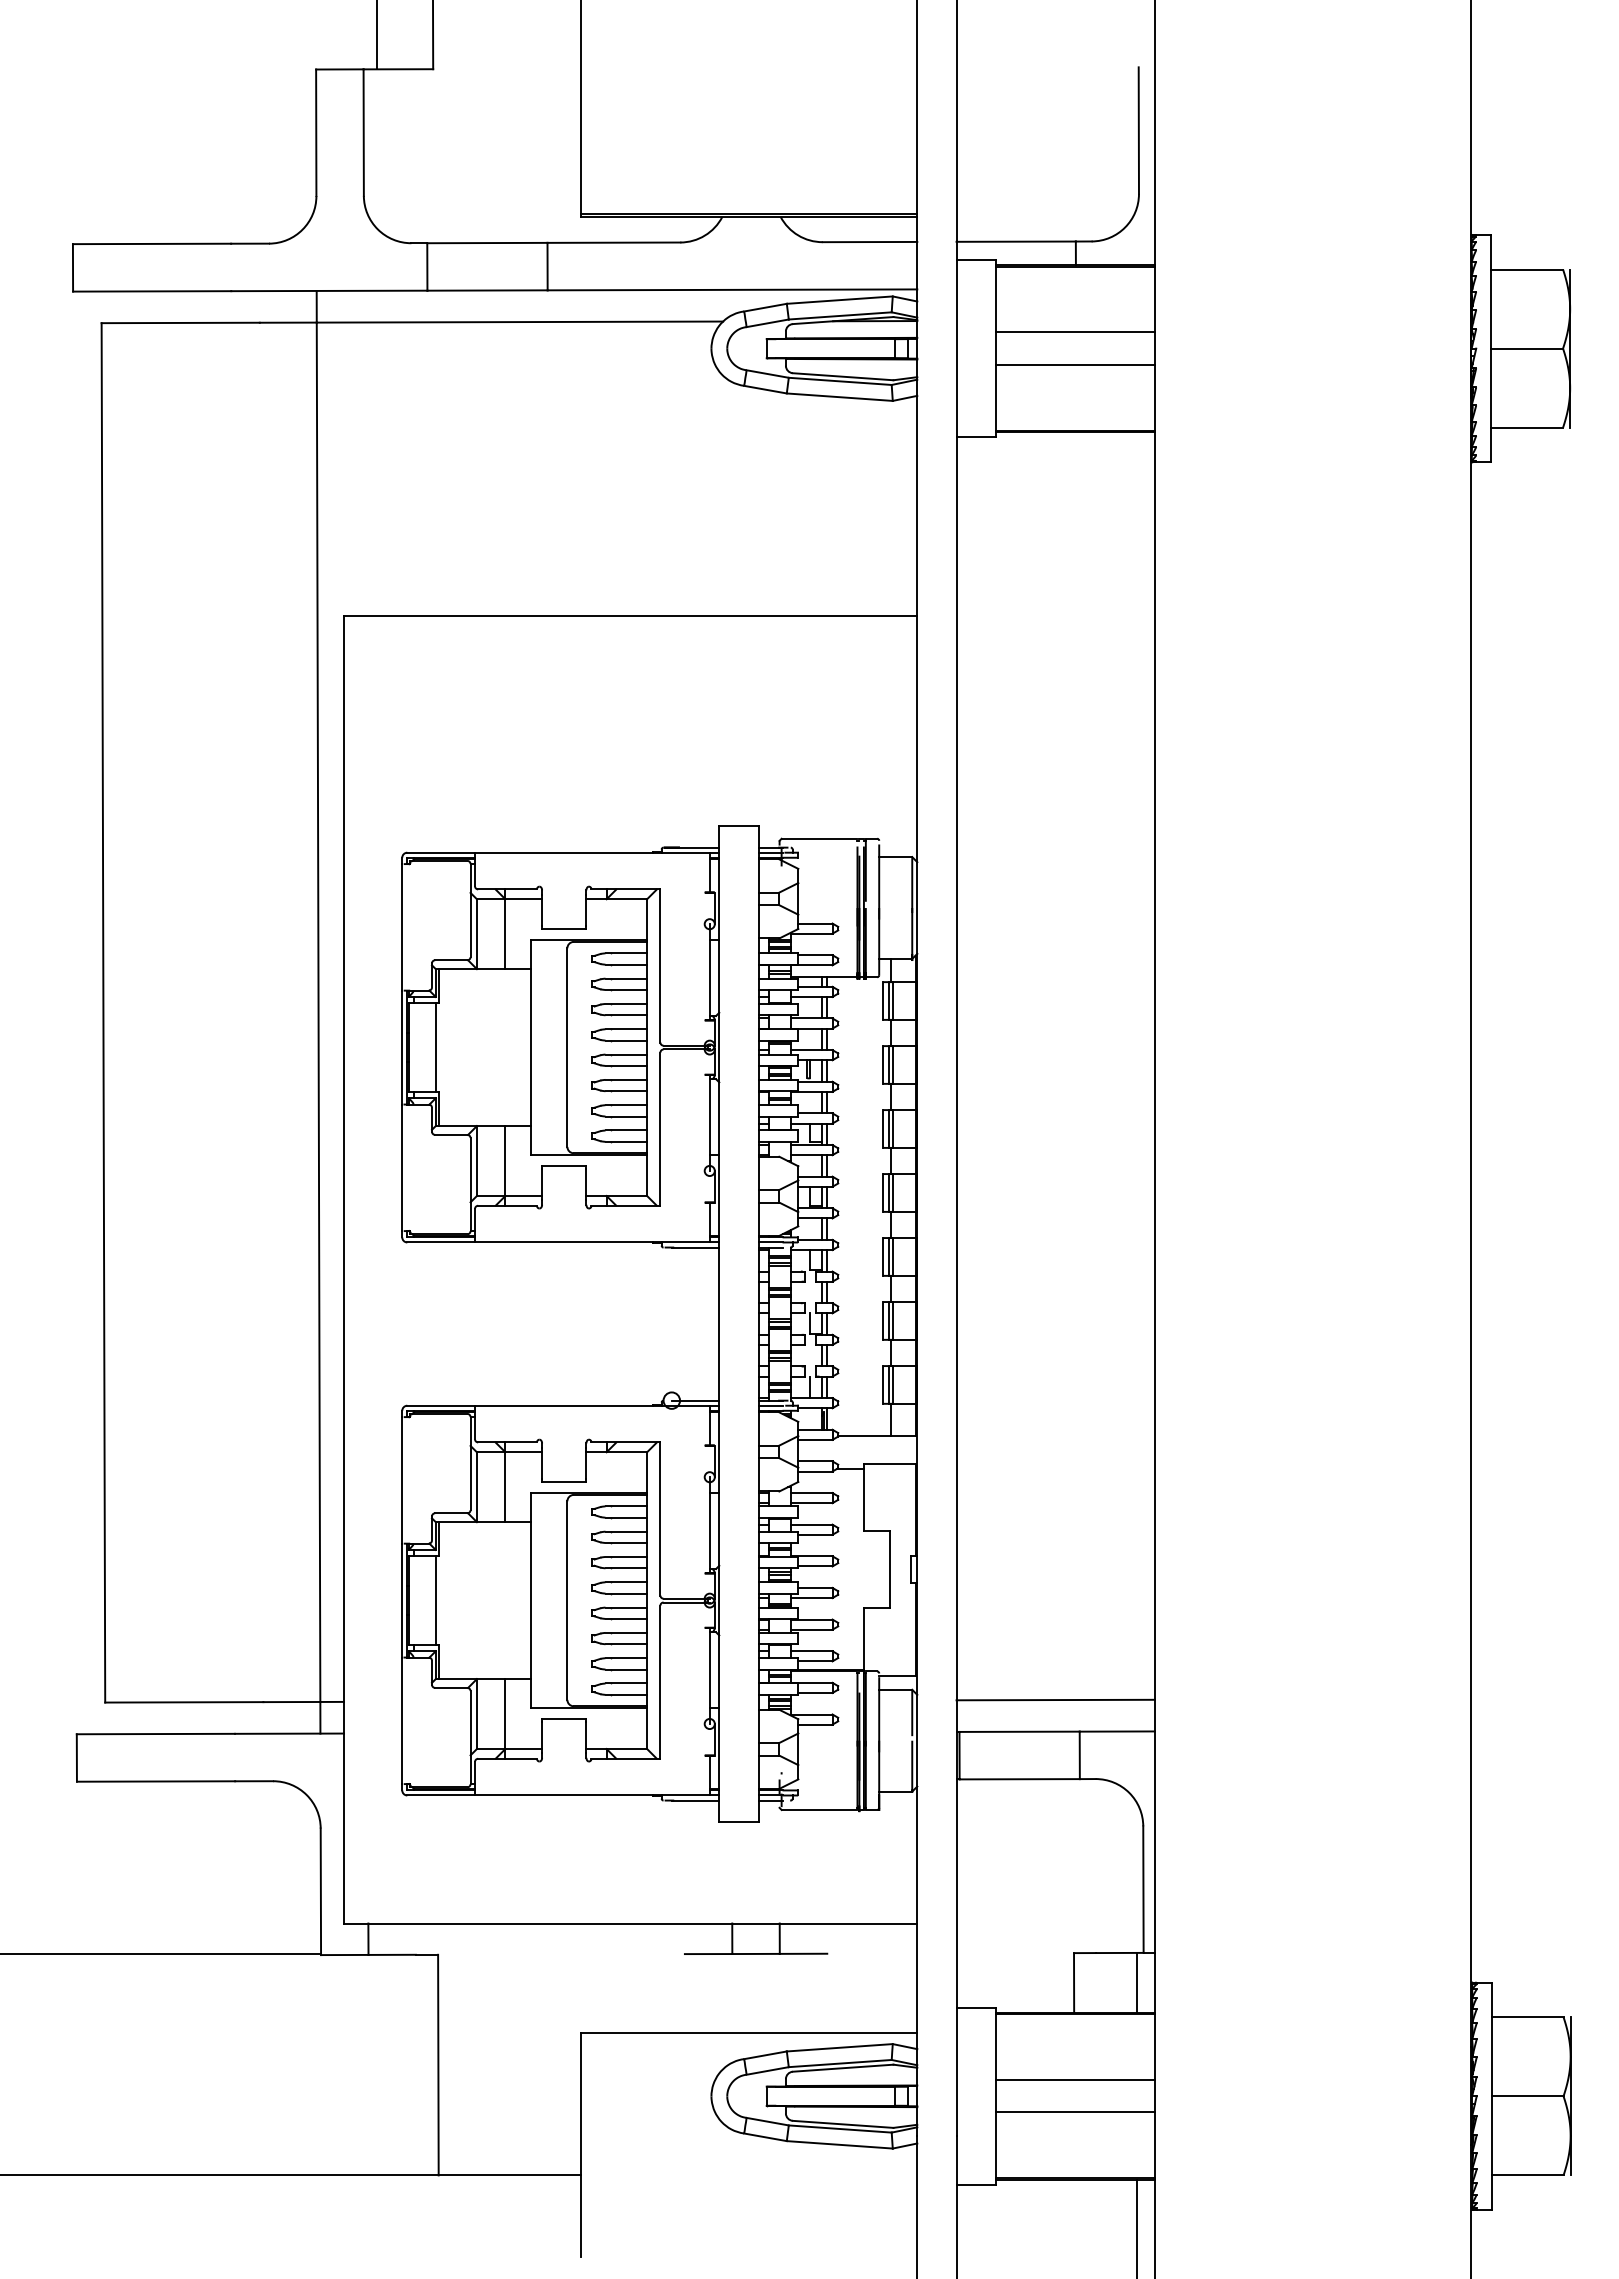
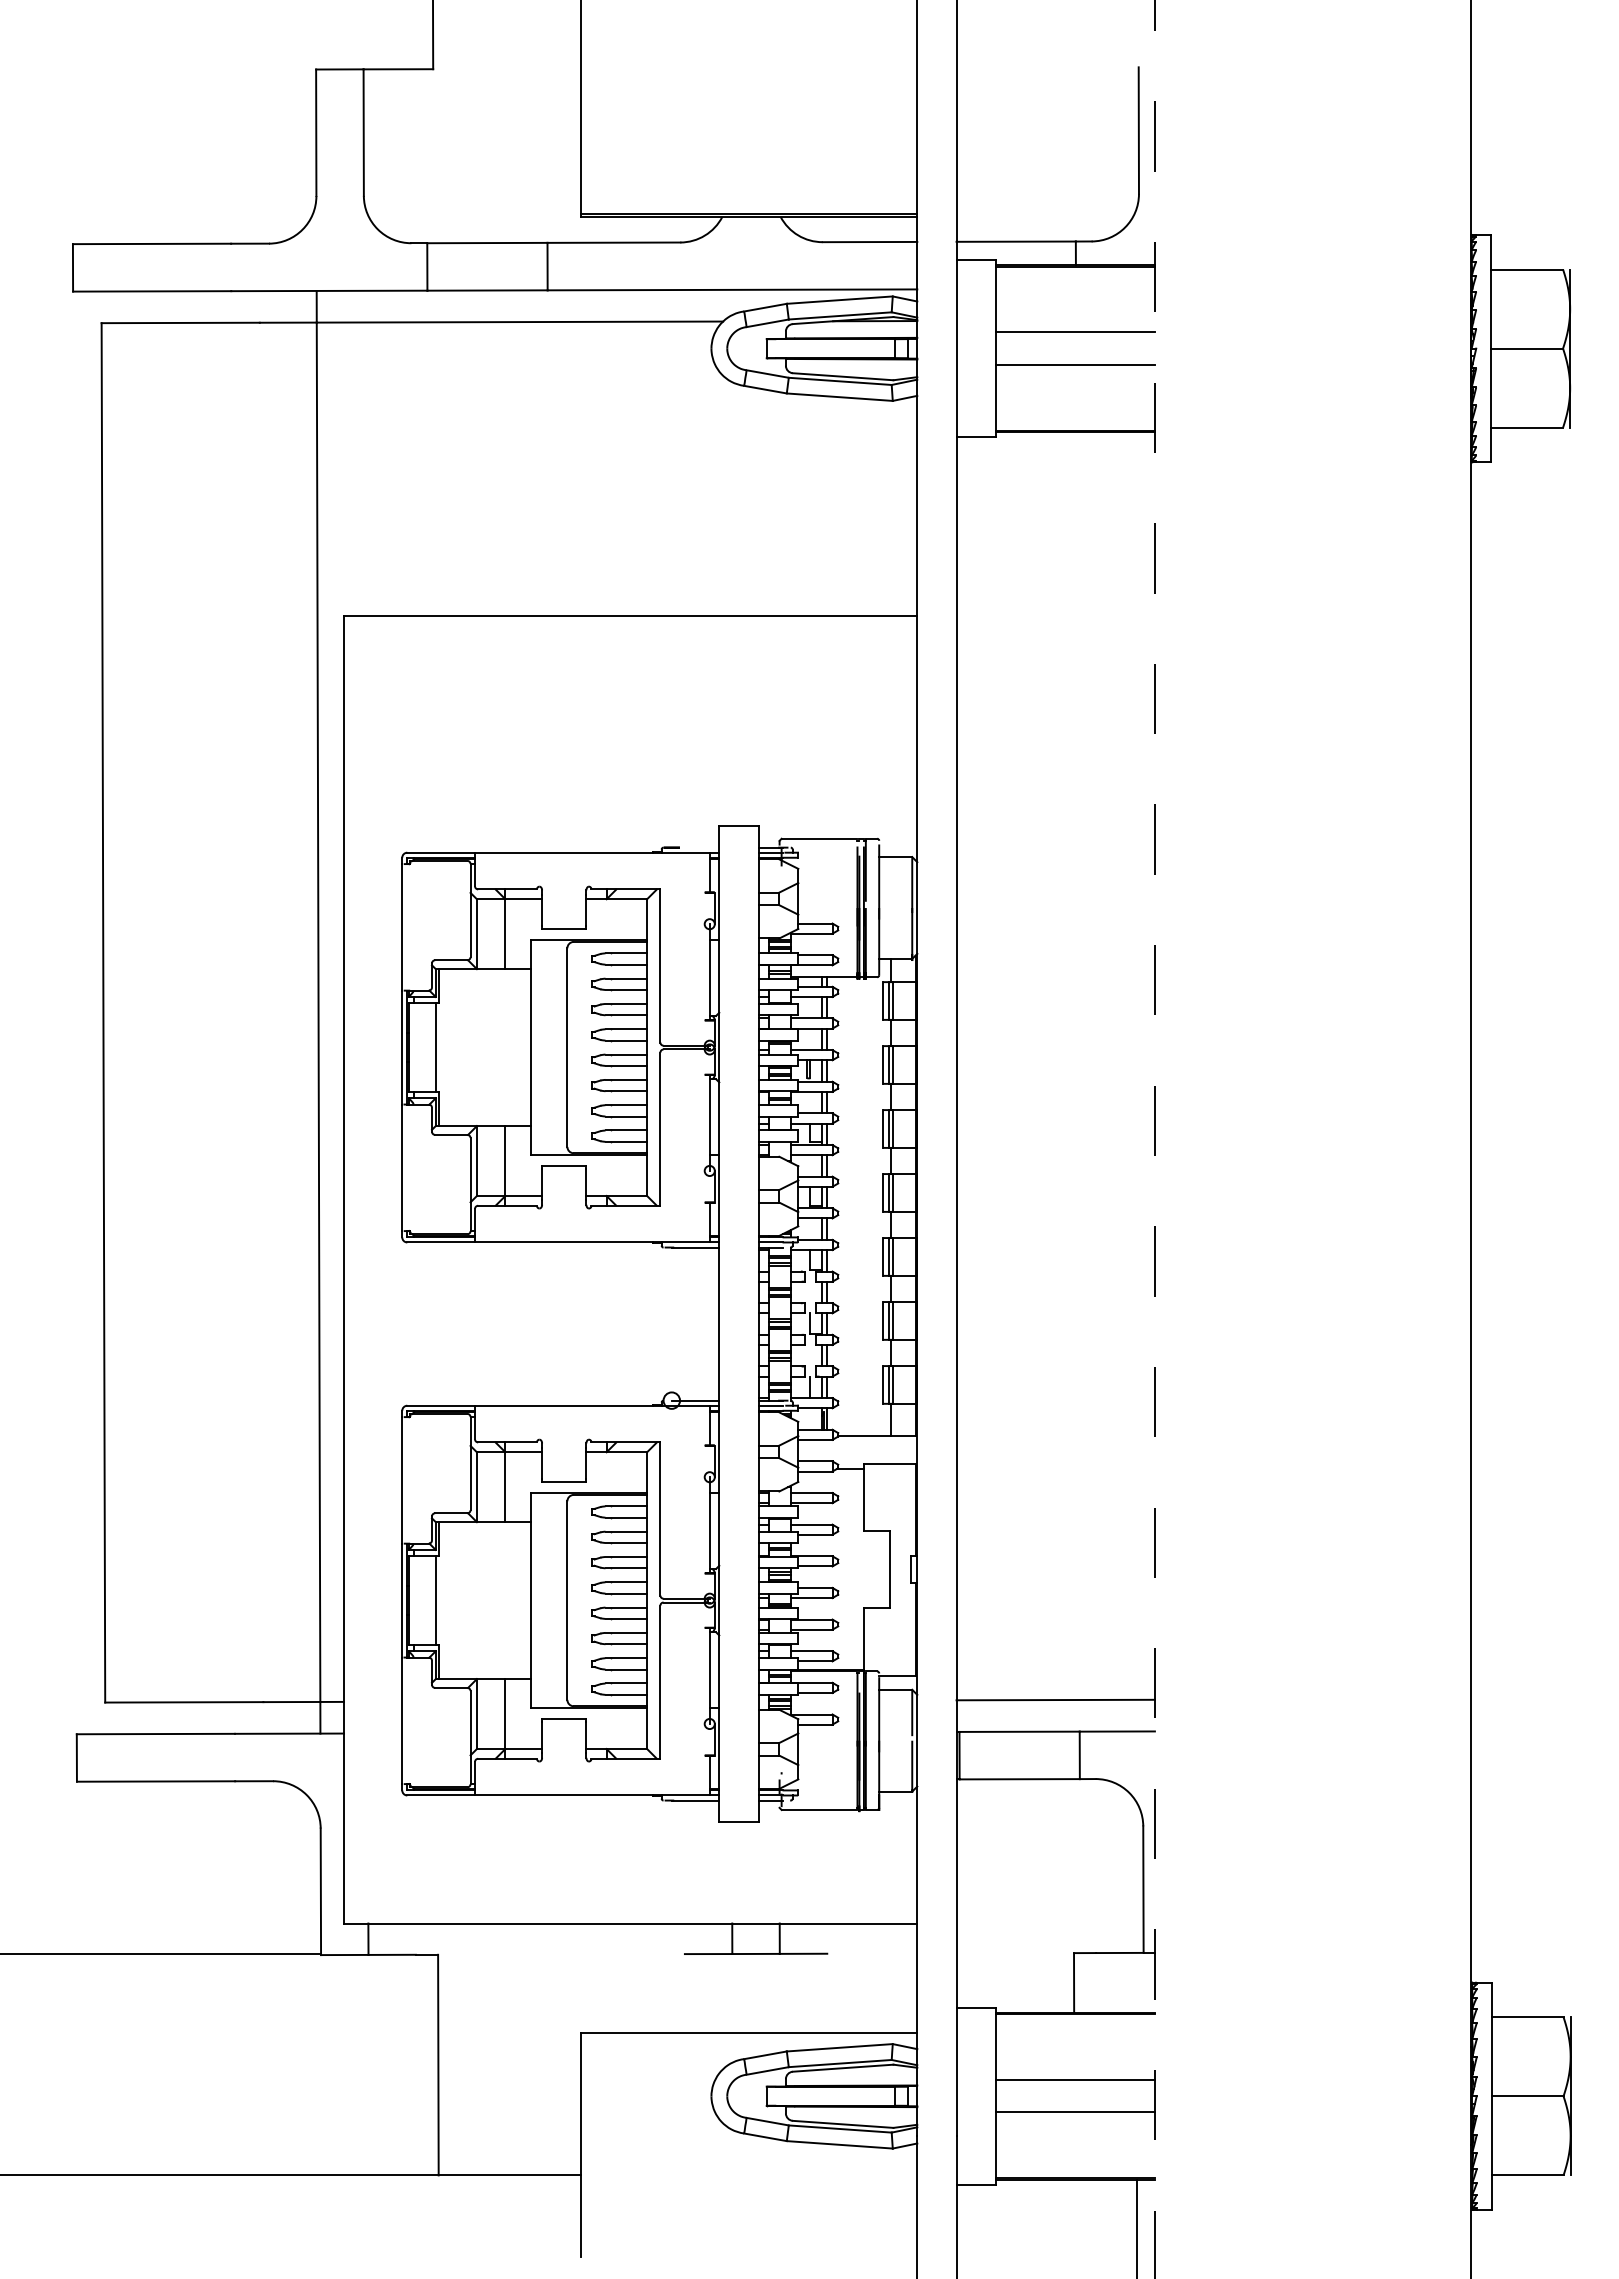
line at (377, 35): present -> none
line at (695, 847): present -> none
line at (1154, 1139): solid -> dashed
line at (1136, 1982): present -> none
